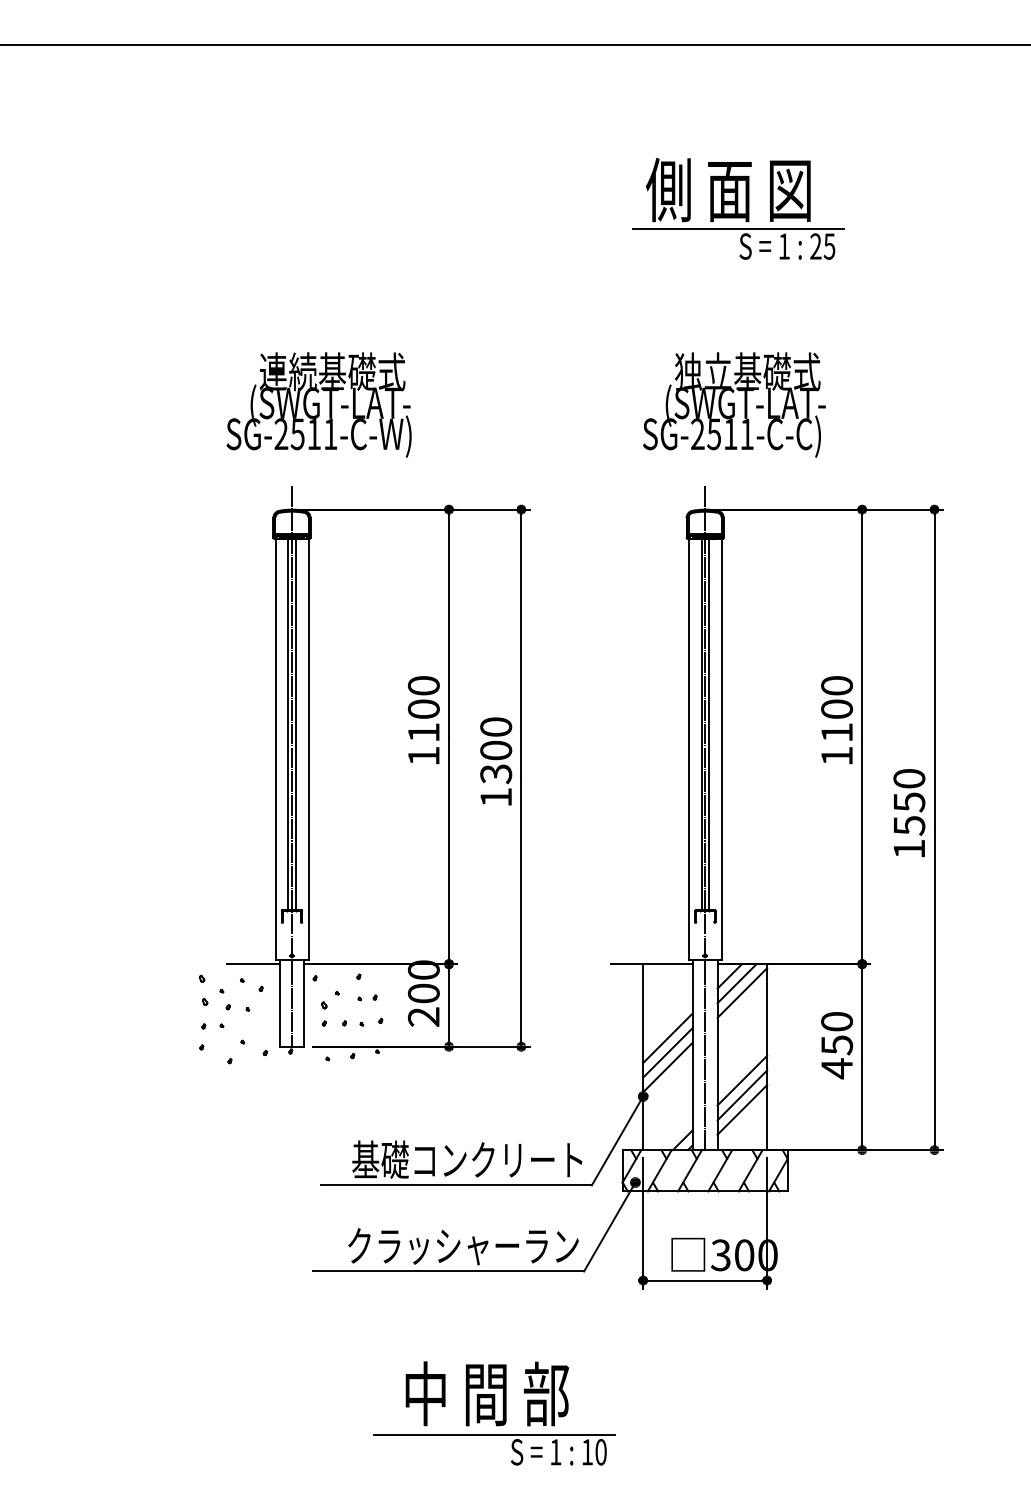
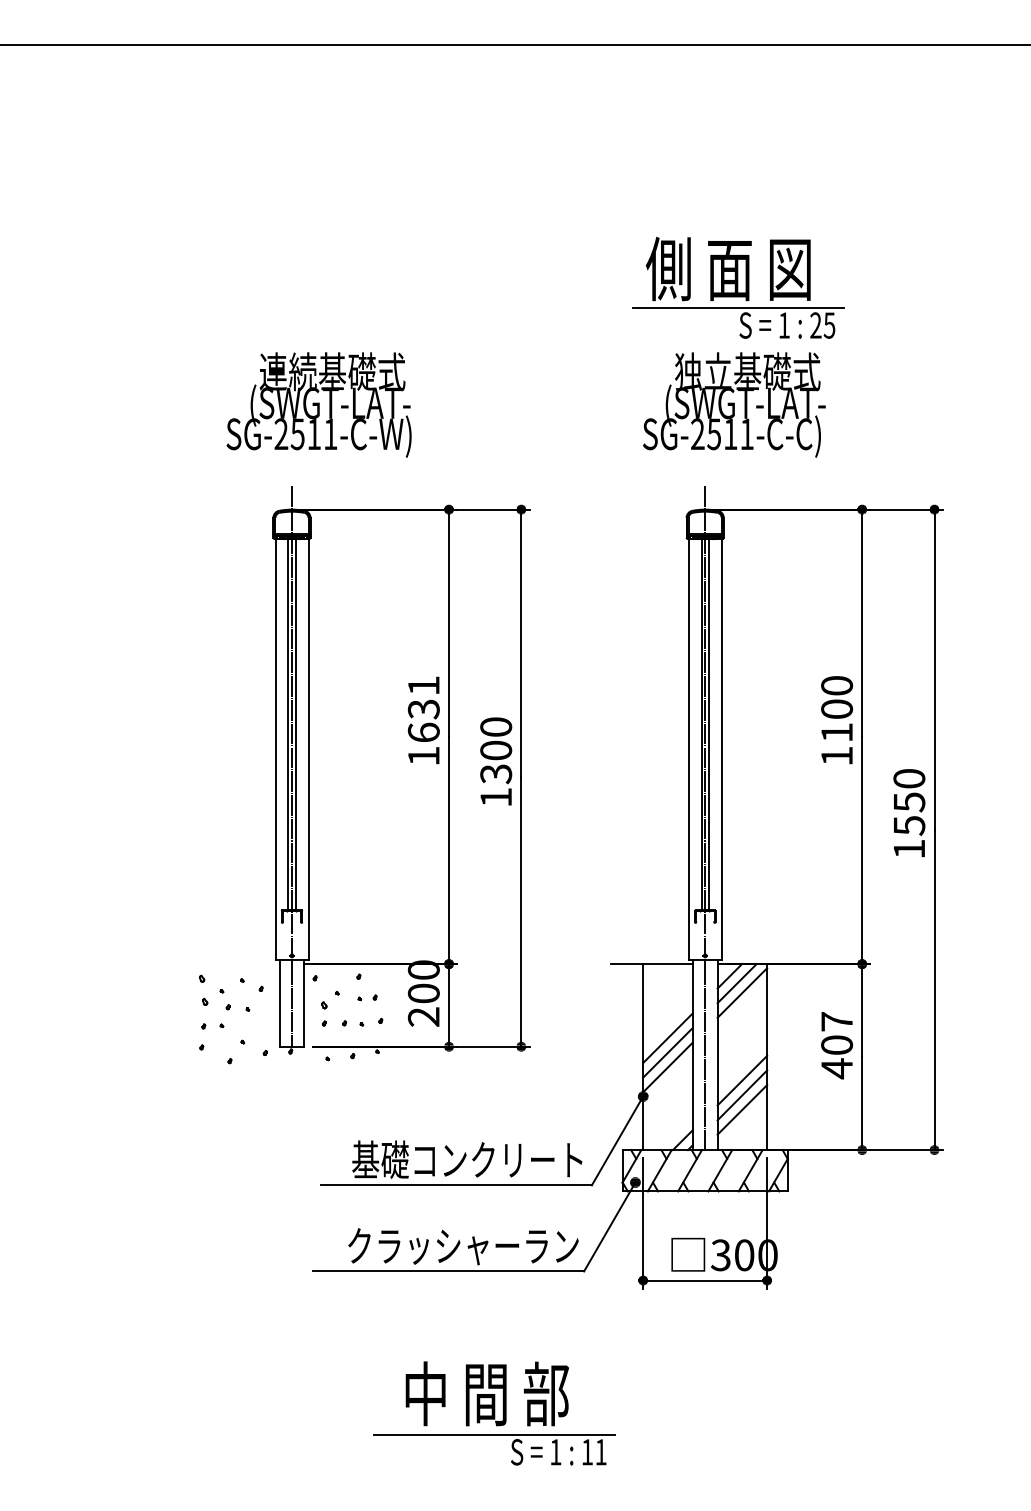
part at (738, 208) position: (738, 208) -> (738, 287)
text at (423, 708): 1100 -> 1631
line at (252, 964): present -> none
text at (837, 1033): 450 -> 407
text at (600, 1452): 10 -> 11
